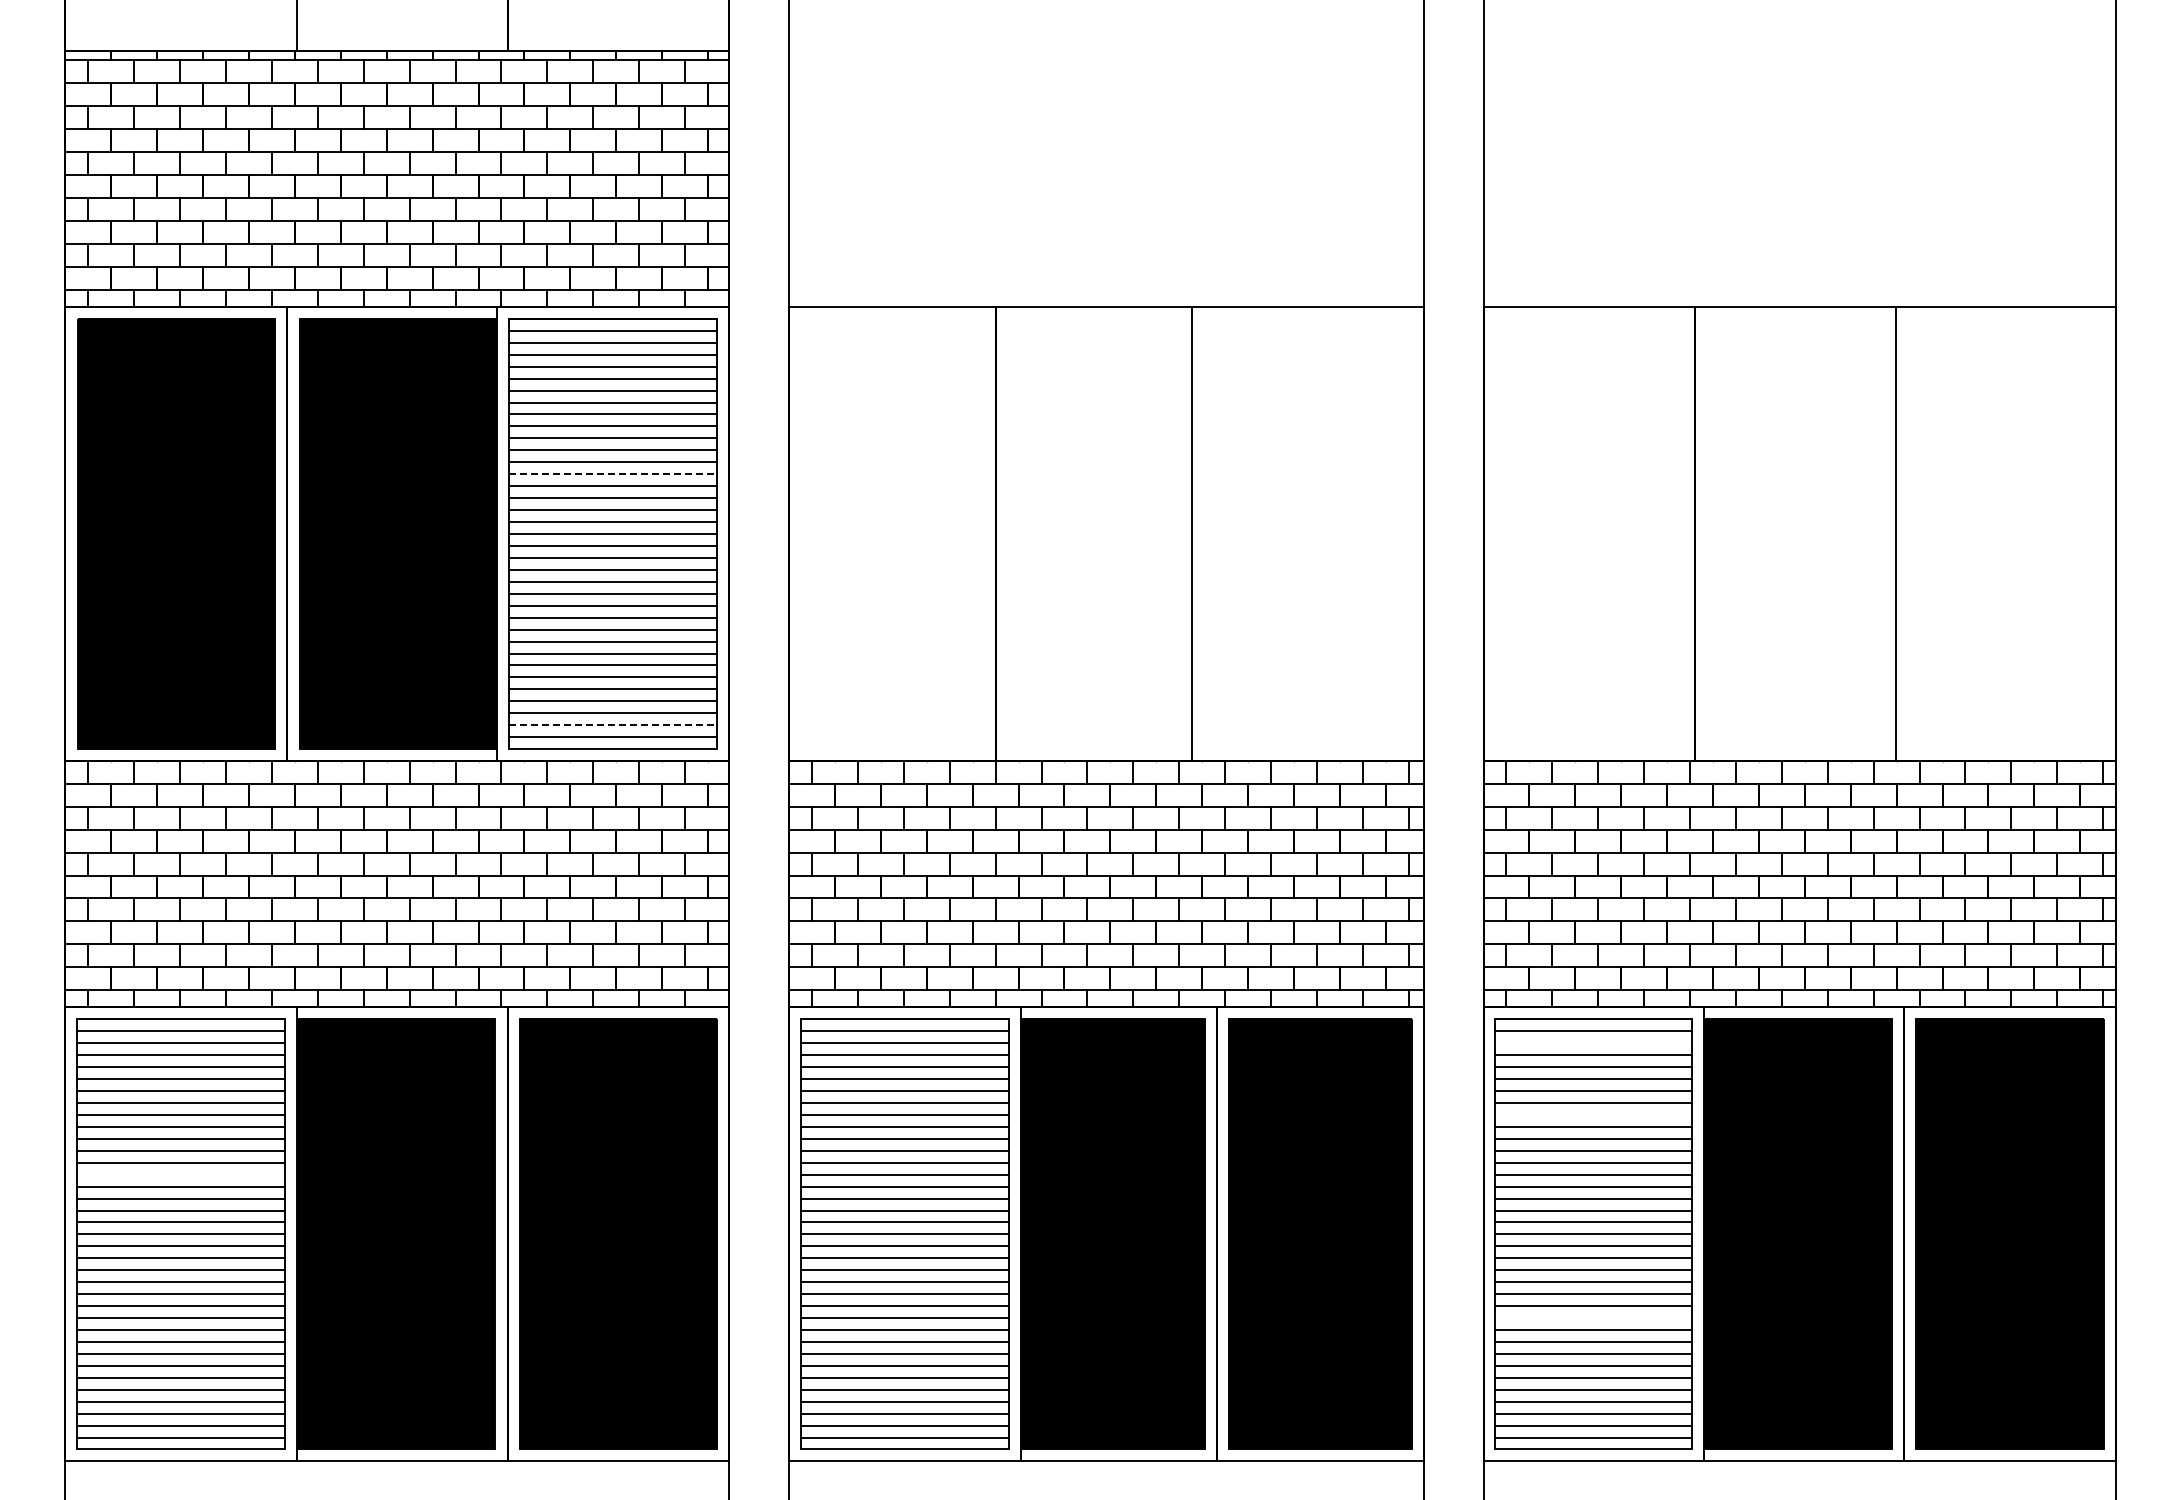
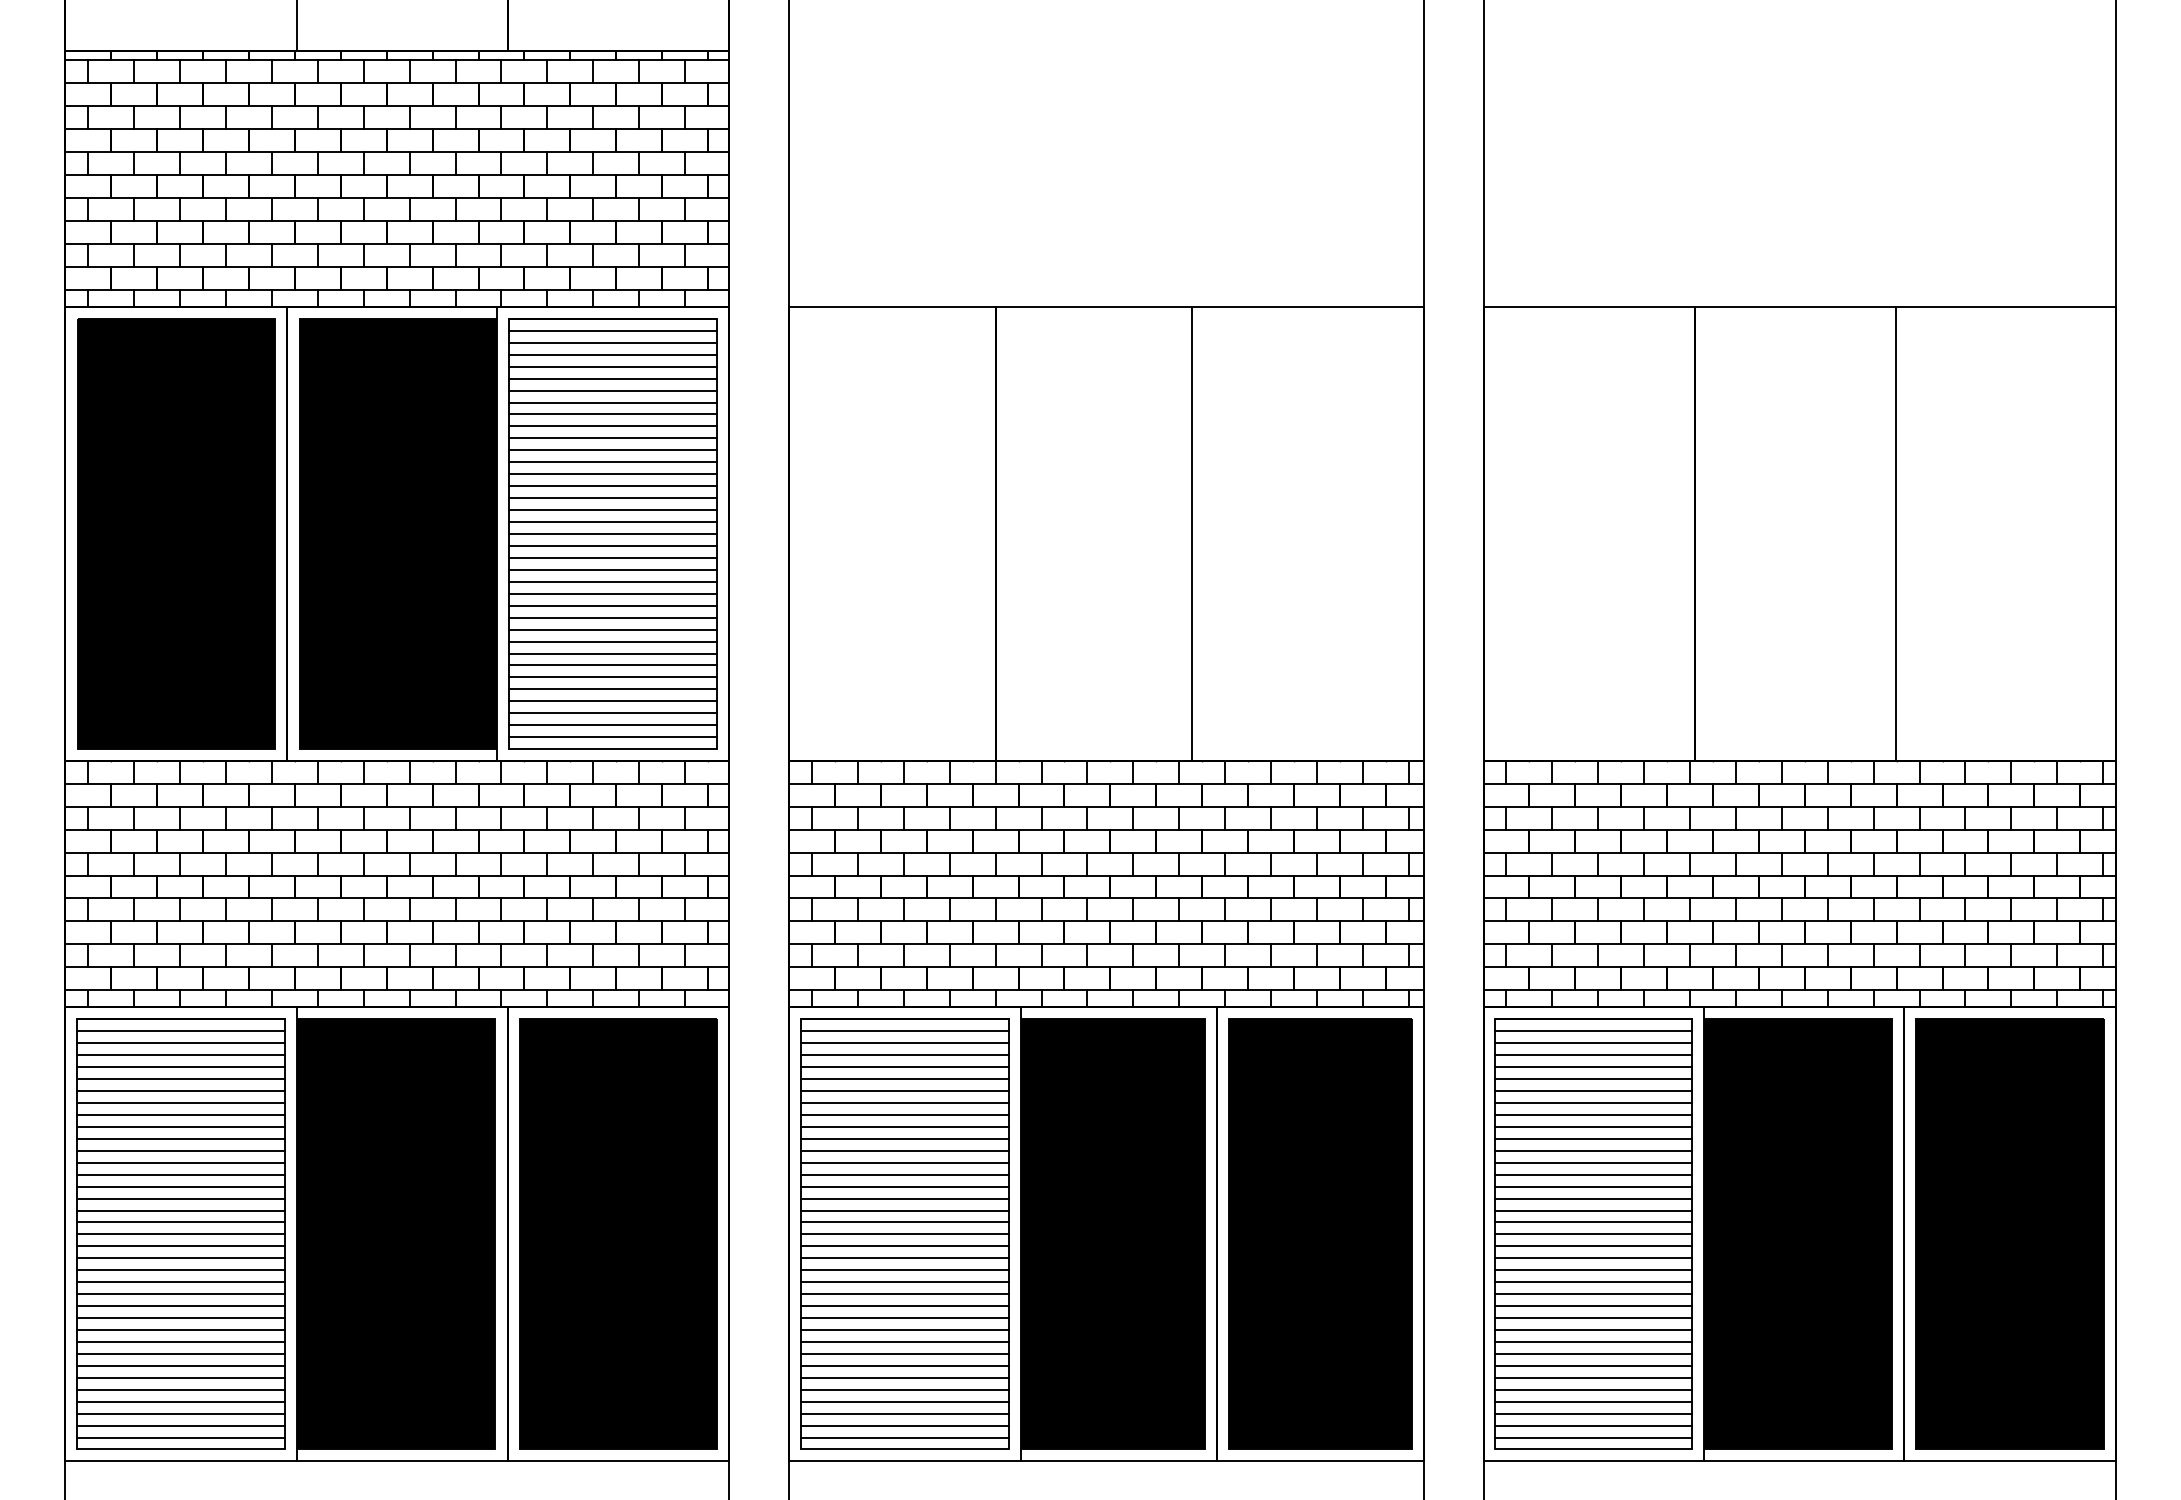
line at (613, 474): dashed -> solid
line at (613, 725): dashed -> solid
line at (1593, 1043): none -> present
line at (1593, 1114): none -> present
line at (181, 1174): none -> present
line at (1593, 1318): none -> present
